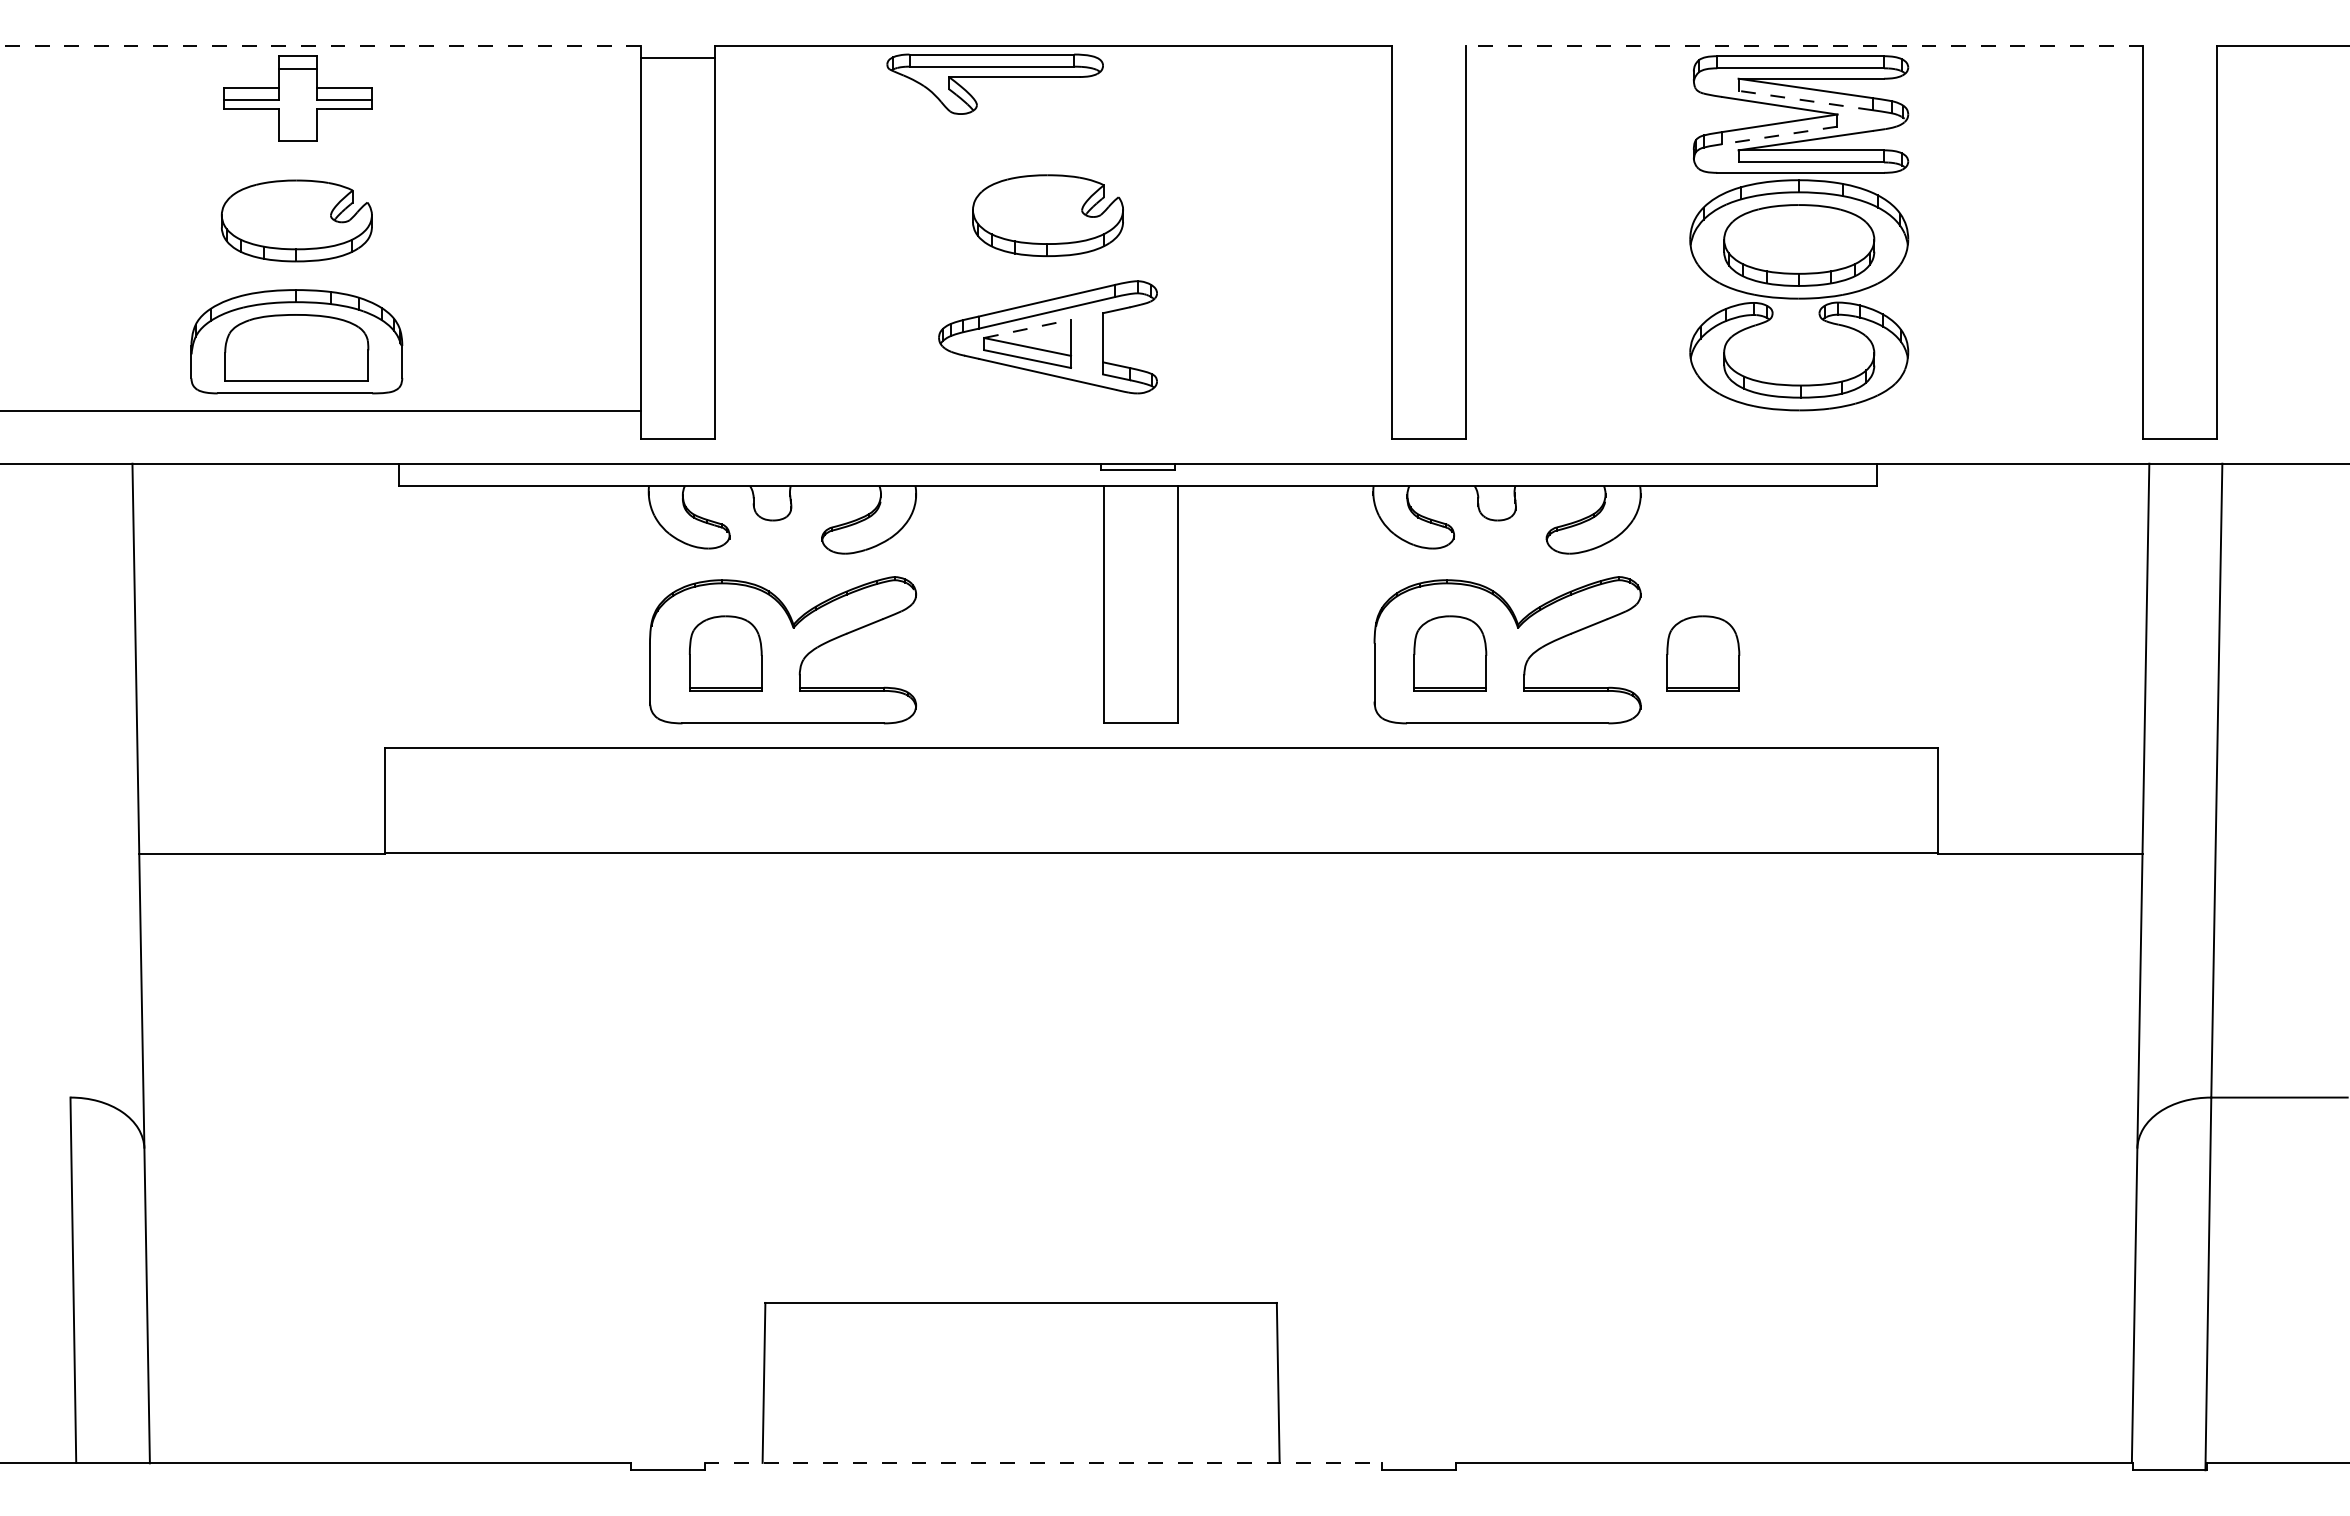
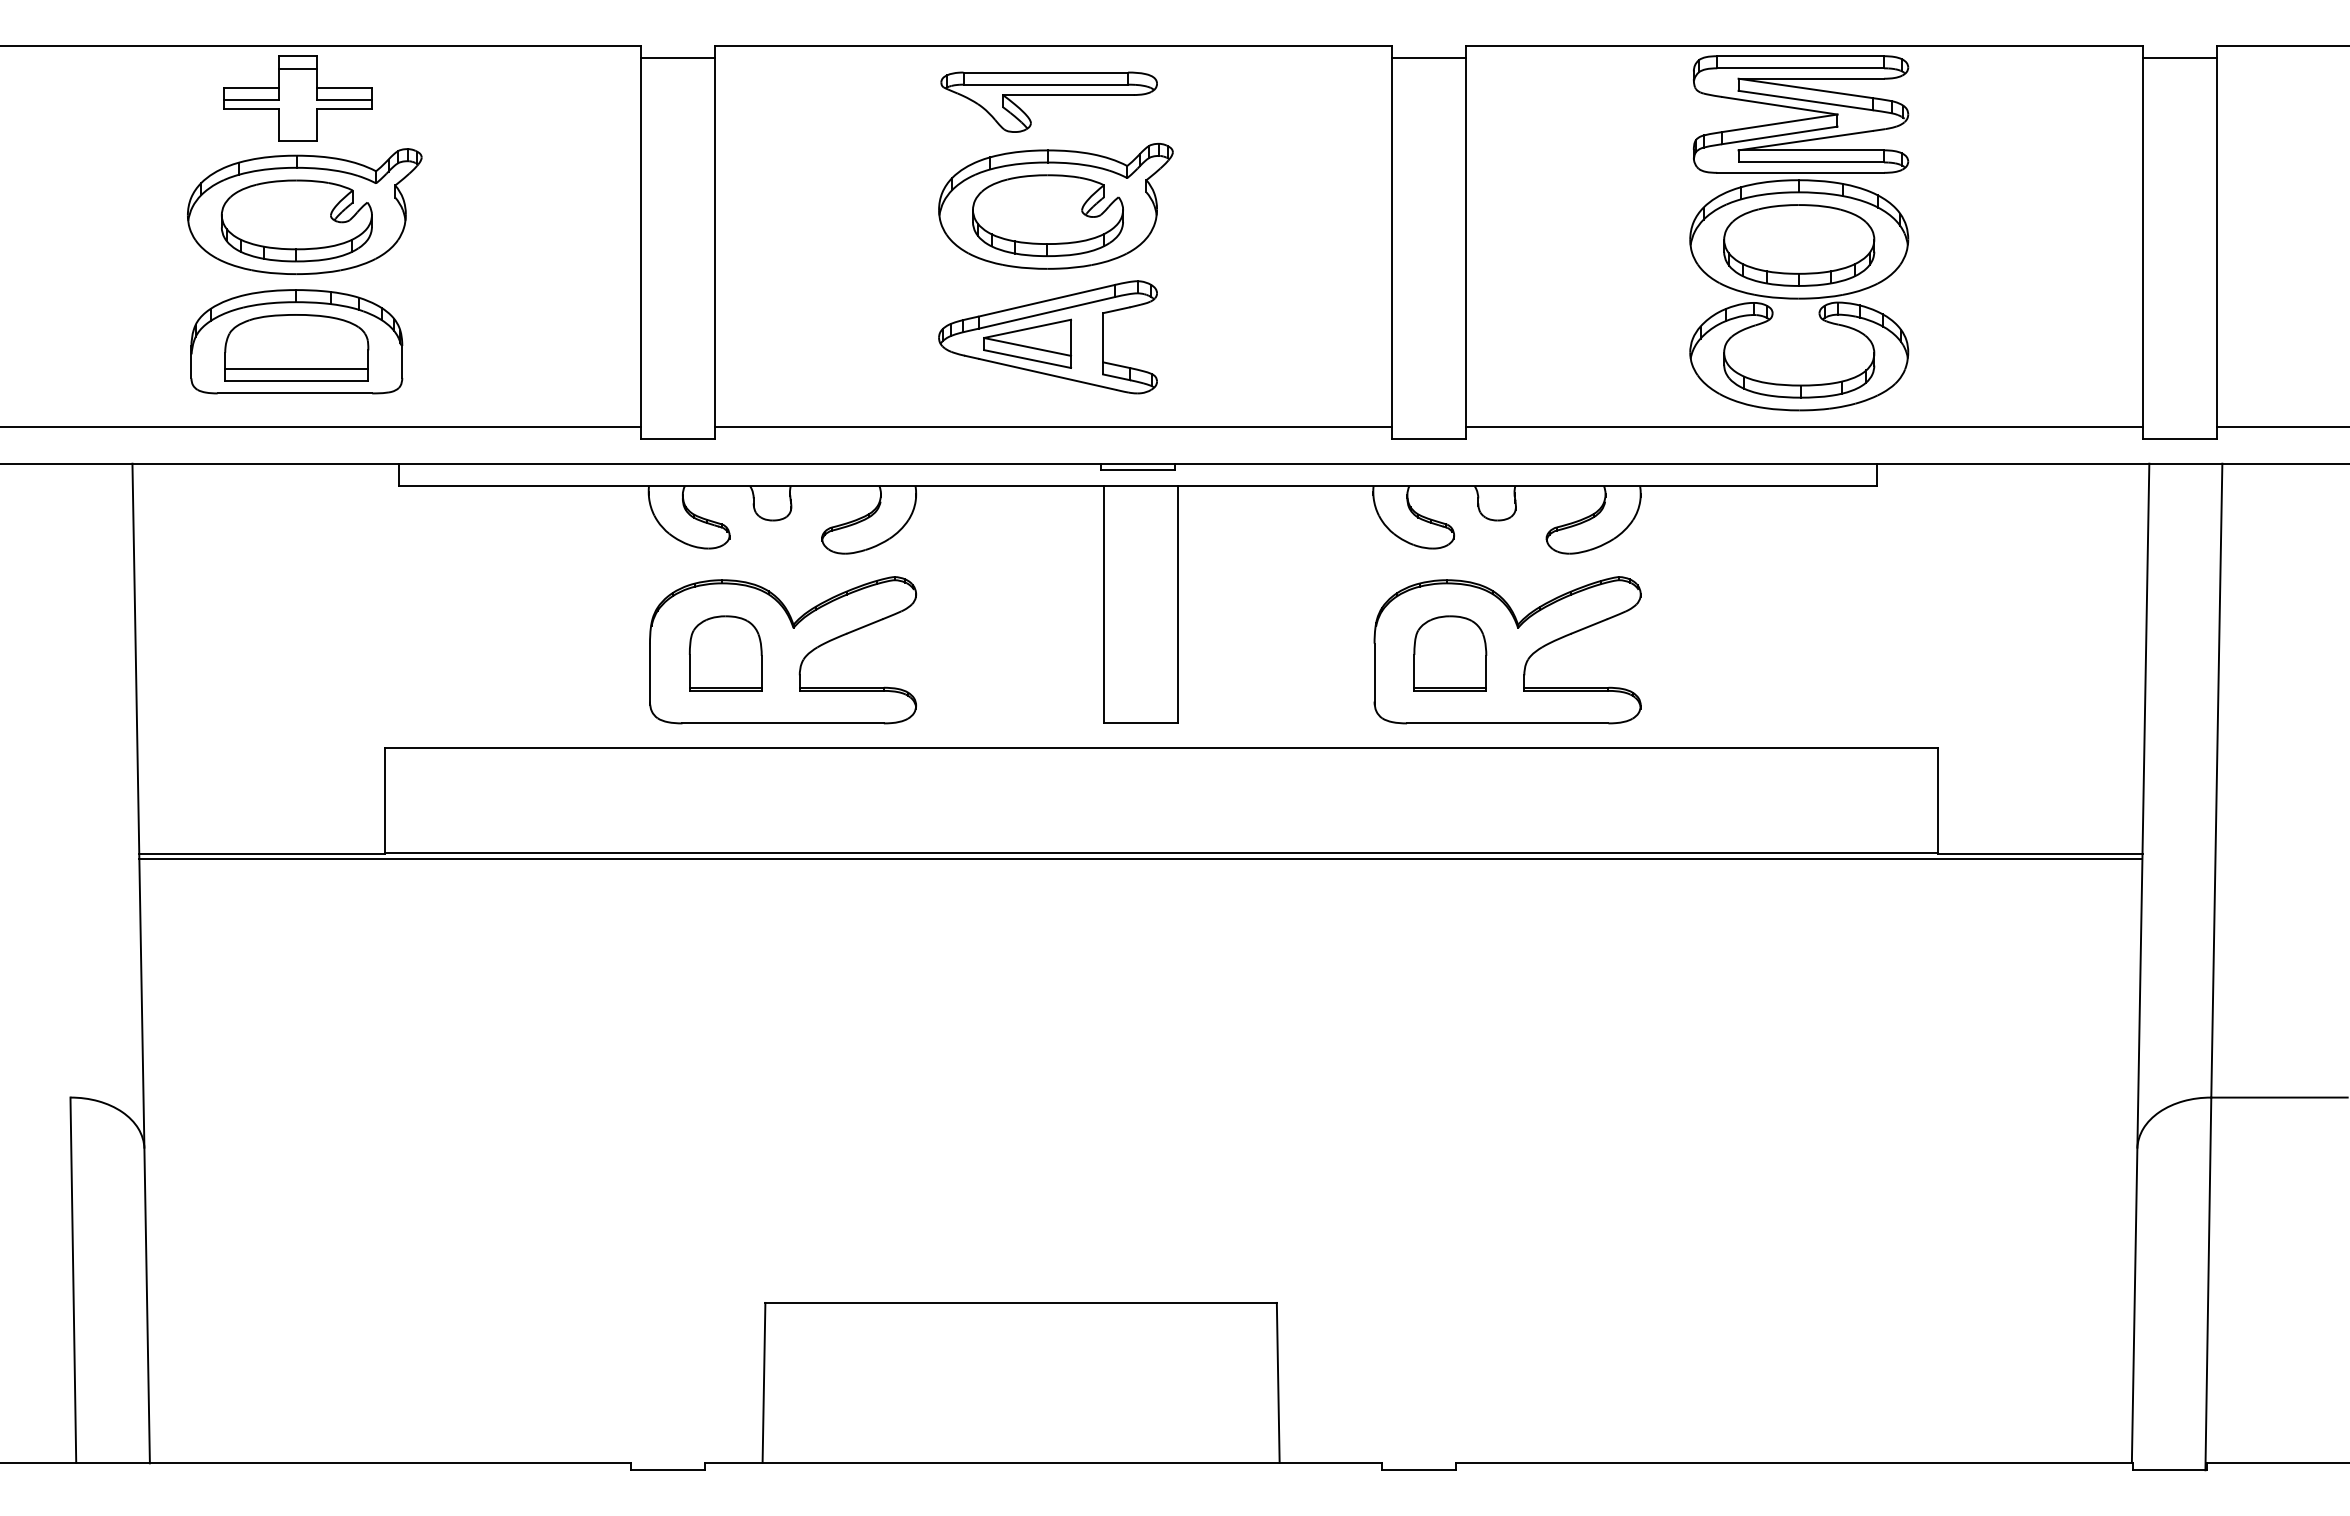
line at (320, 45): dashed -> solid
line at (1804, 45): dashed -> solid
line at (1429, 57): none -> present
line at (2180, 57): none -> present
part at (994, 83) position: (994, 83) -> (1048, 101)
line at (1805, 100): dashed -> solid
line at (1779, 135): dashed -> solid
part at (1055, 206): none -> present
part at (304, 211): none -> present
line at (1028, 328): dashed -> solid
line at (296, 368): none -> present
line at (321, 411) position: (321, 411) -> (321, 427)
line at (1053, 427): none -> present
line at (1804, 427): none -> present
line at (2281, 427): none -> present
part at (1703, 653): present -> none
line at (1140, 859): none -> present
line at (1043, 1462): dashed -> solid
